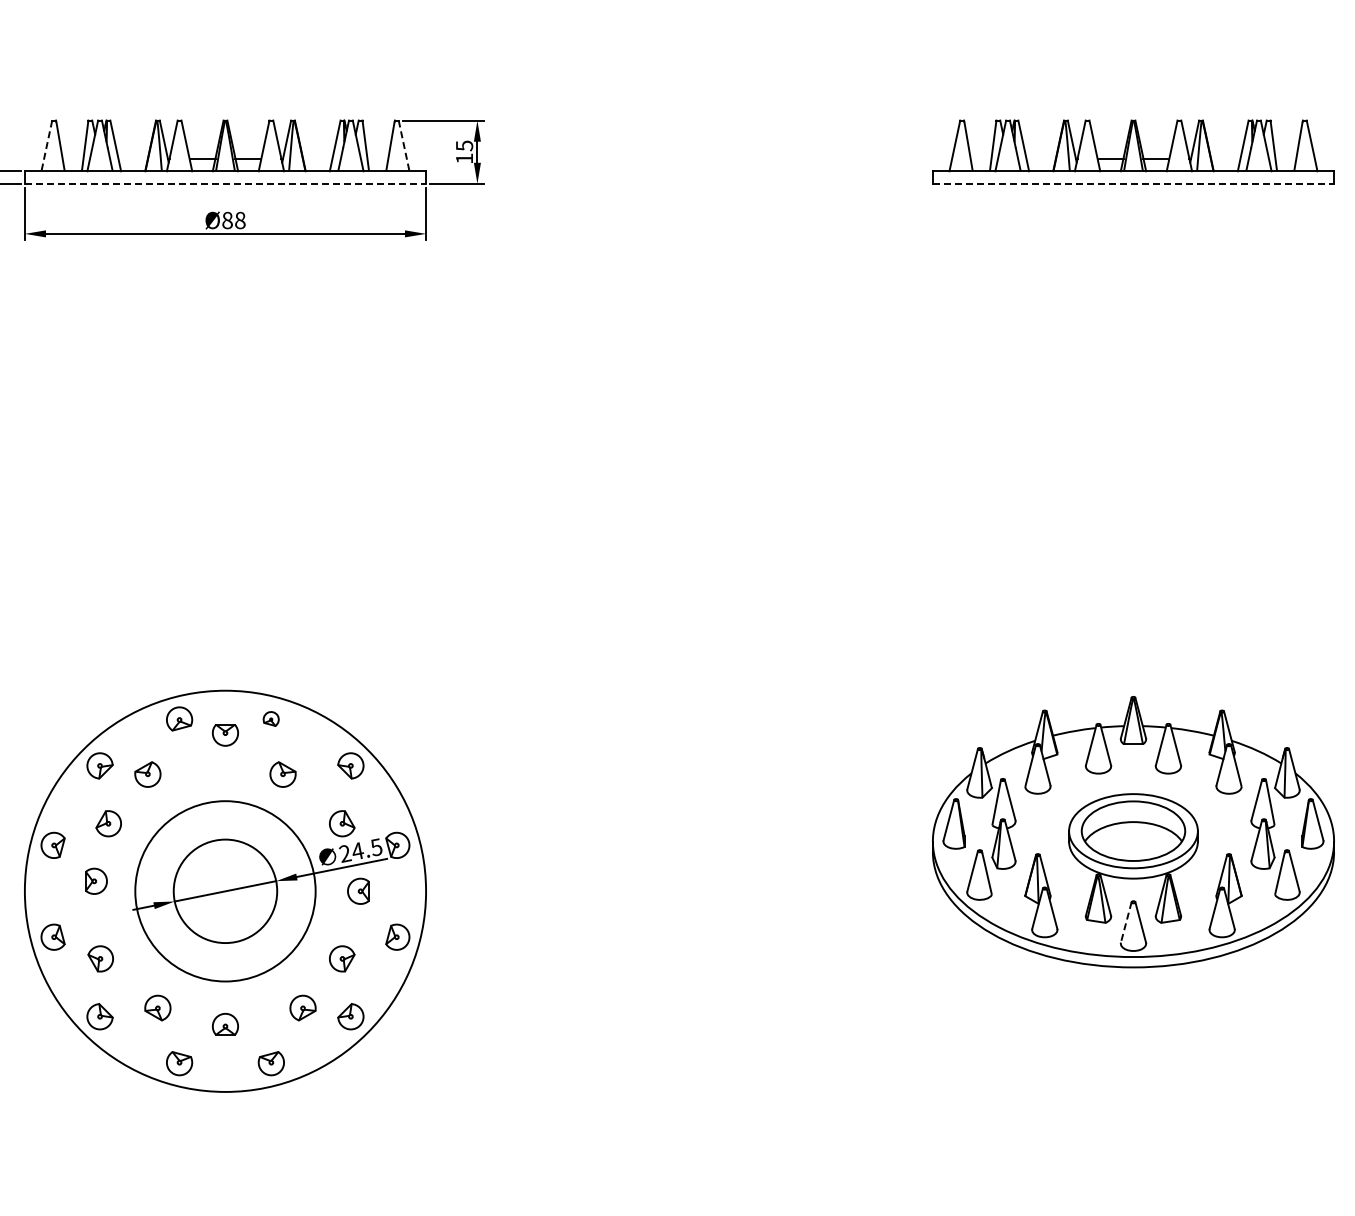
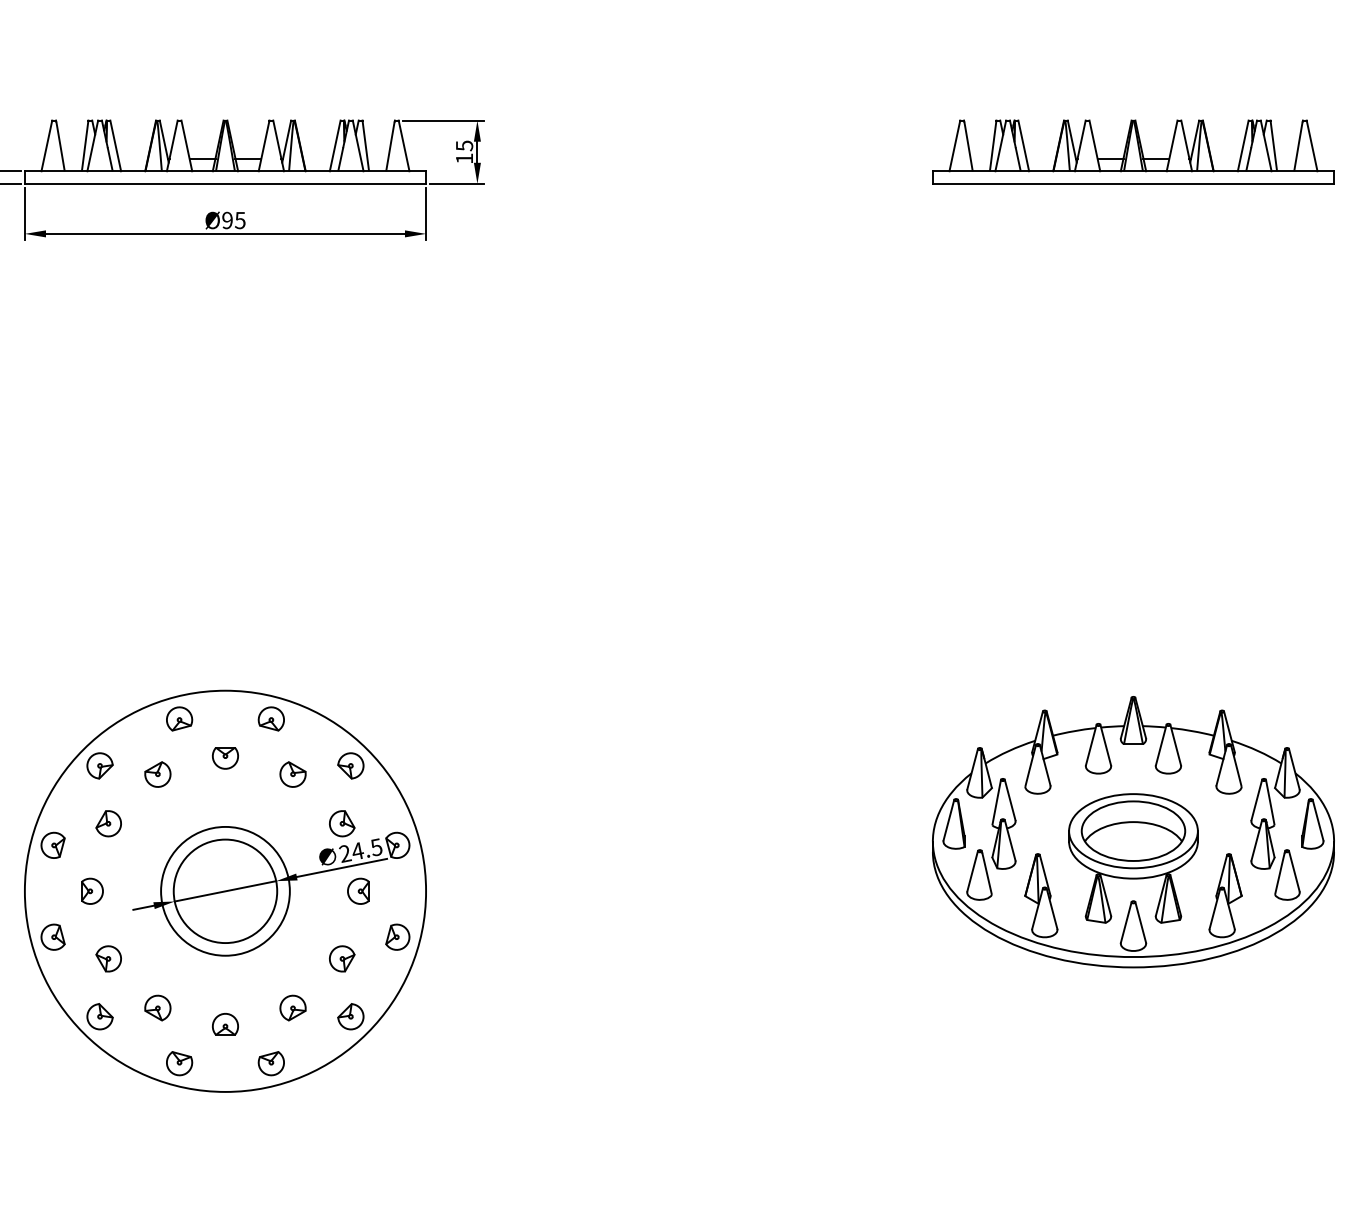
line at (46, 145): dashed -> solid
line at (404, 145): dashed -> solid
line at (225, 183): dashed -> solid
line at (1133, 183): dashed -> solid
text at (233, 220): Ø88 -> Ø95
part at (270, 718) size: 18x16 px -> 28x26 px
part at (224, 735) position: (224, 735) -> (224, 758)
part at (147, 774) position: (147, 774) -> (157, 774)
part at (282, 774) position: (282, 774) -> (292, 774)
part at (96, 880) position: (96, 880) -> (92, 890)
circle at (225, 891) diameter: 180 px -> 129 px
line at (1126, 922): dashed -> solid
part at (100, 958) position: (100, 958) -> (108, 958)
part at (302, 1007) position: (302, 1007) -> (292, 1007)
